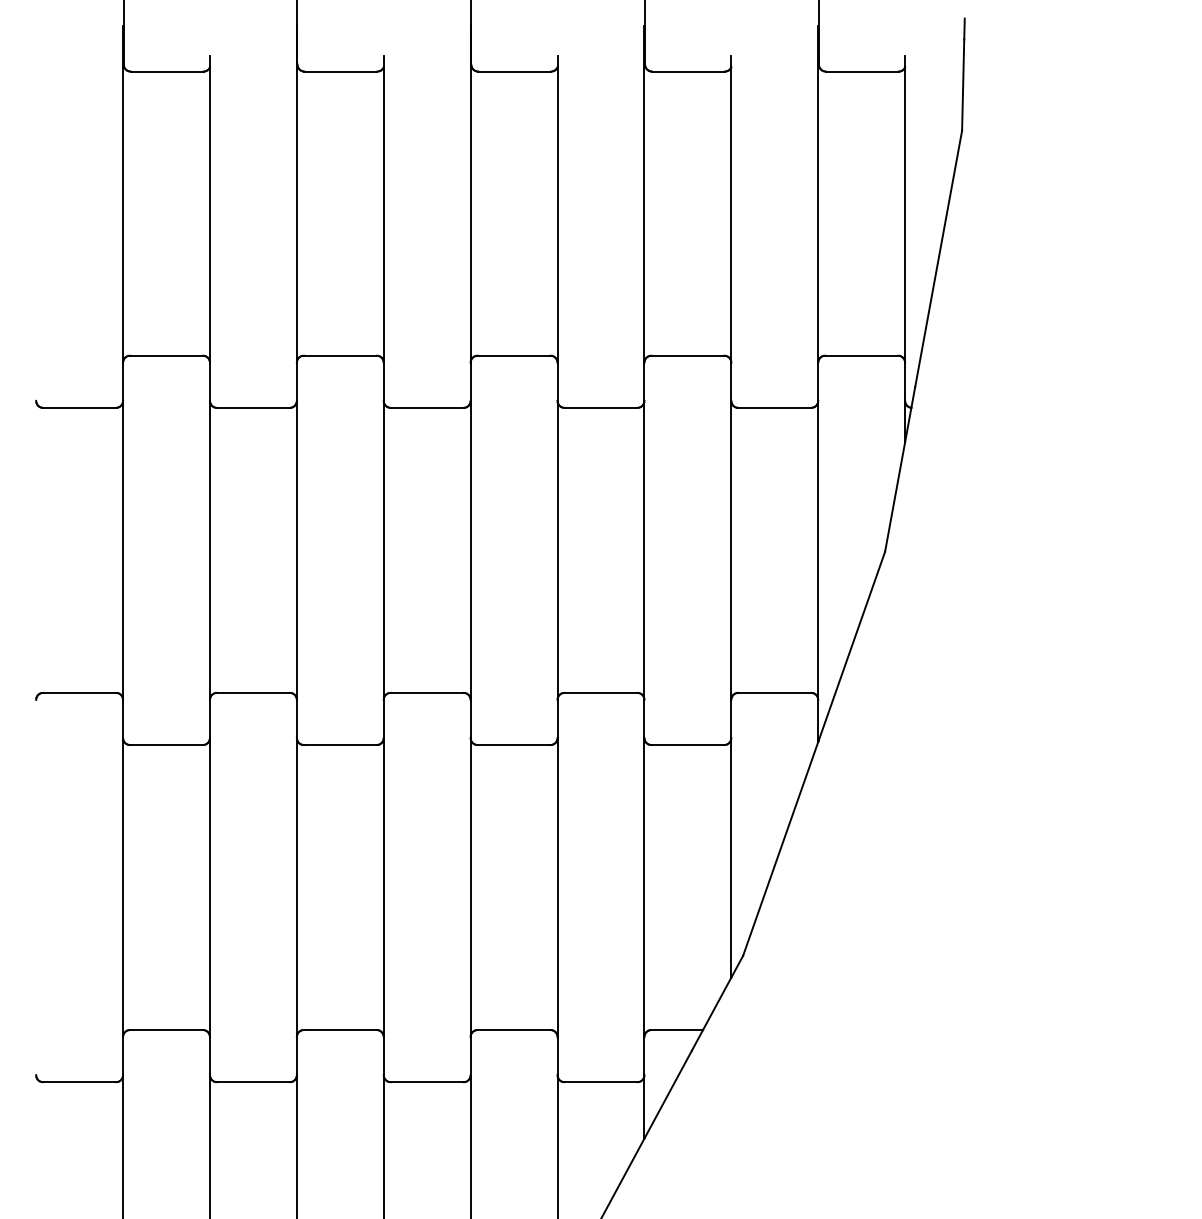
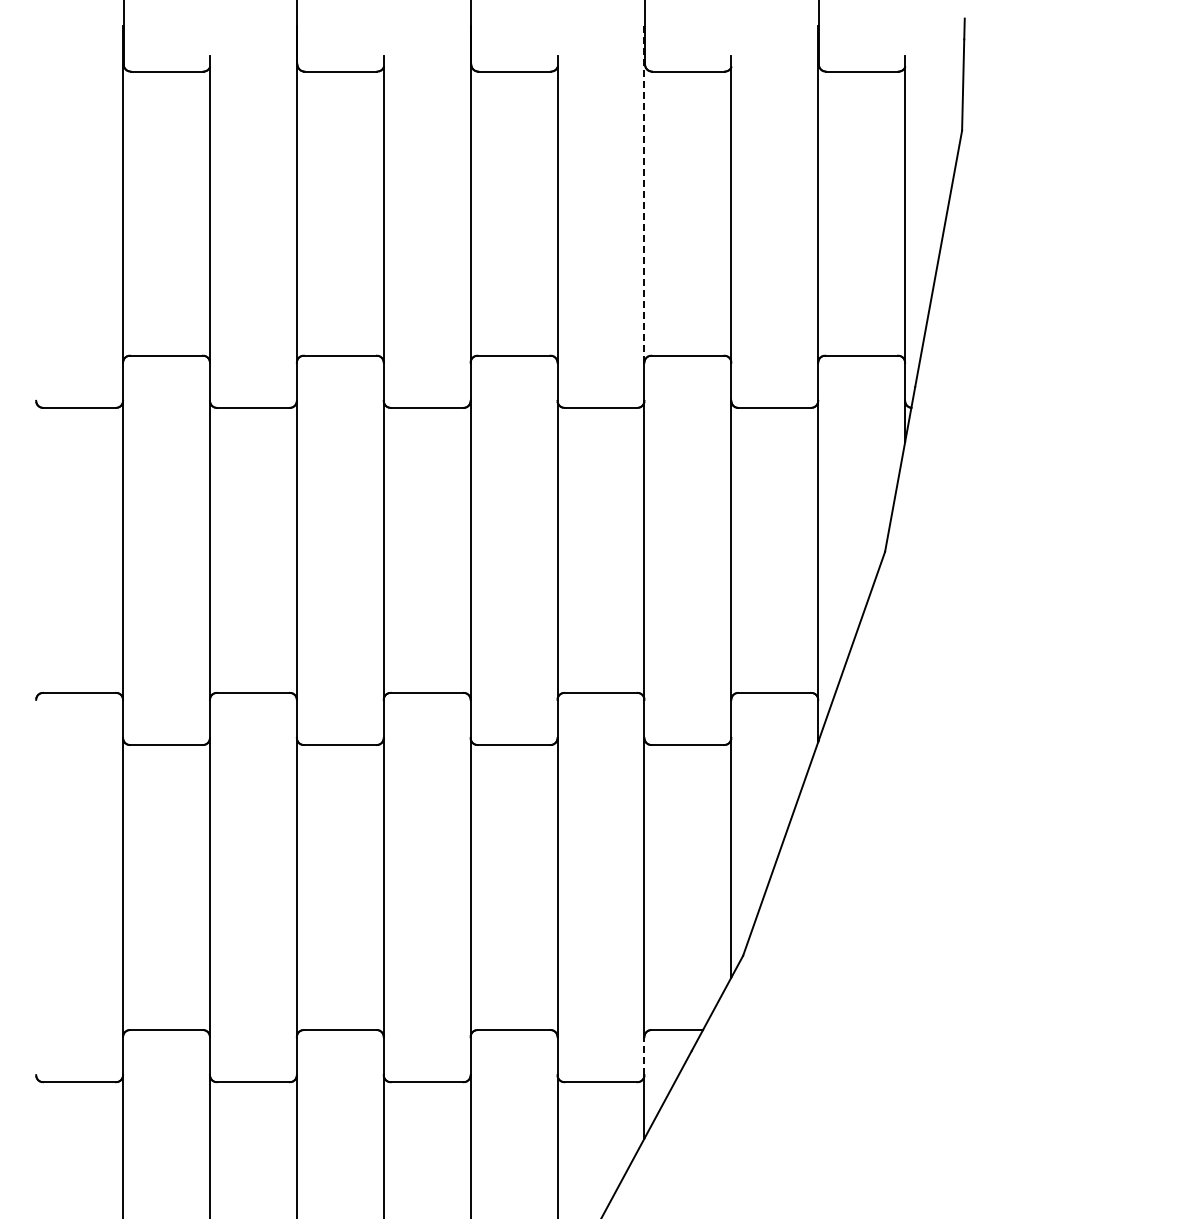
line at (644, 194): solid -> dashed
line at (644, 1055): solid -> dashed
